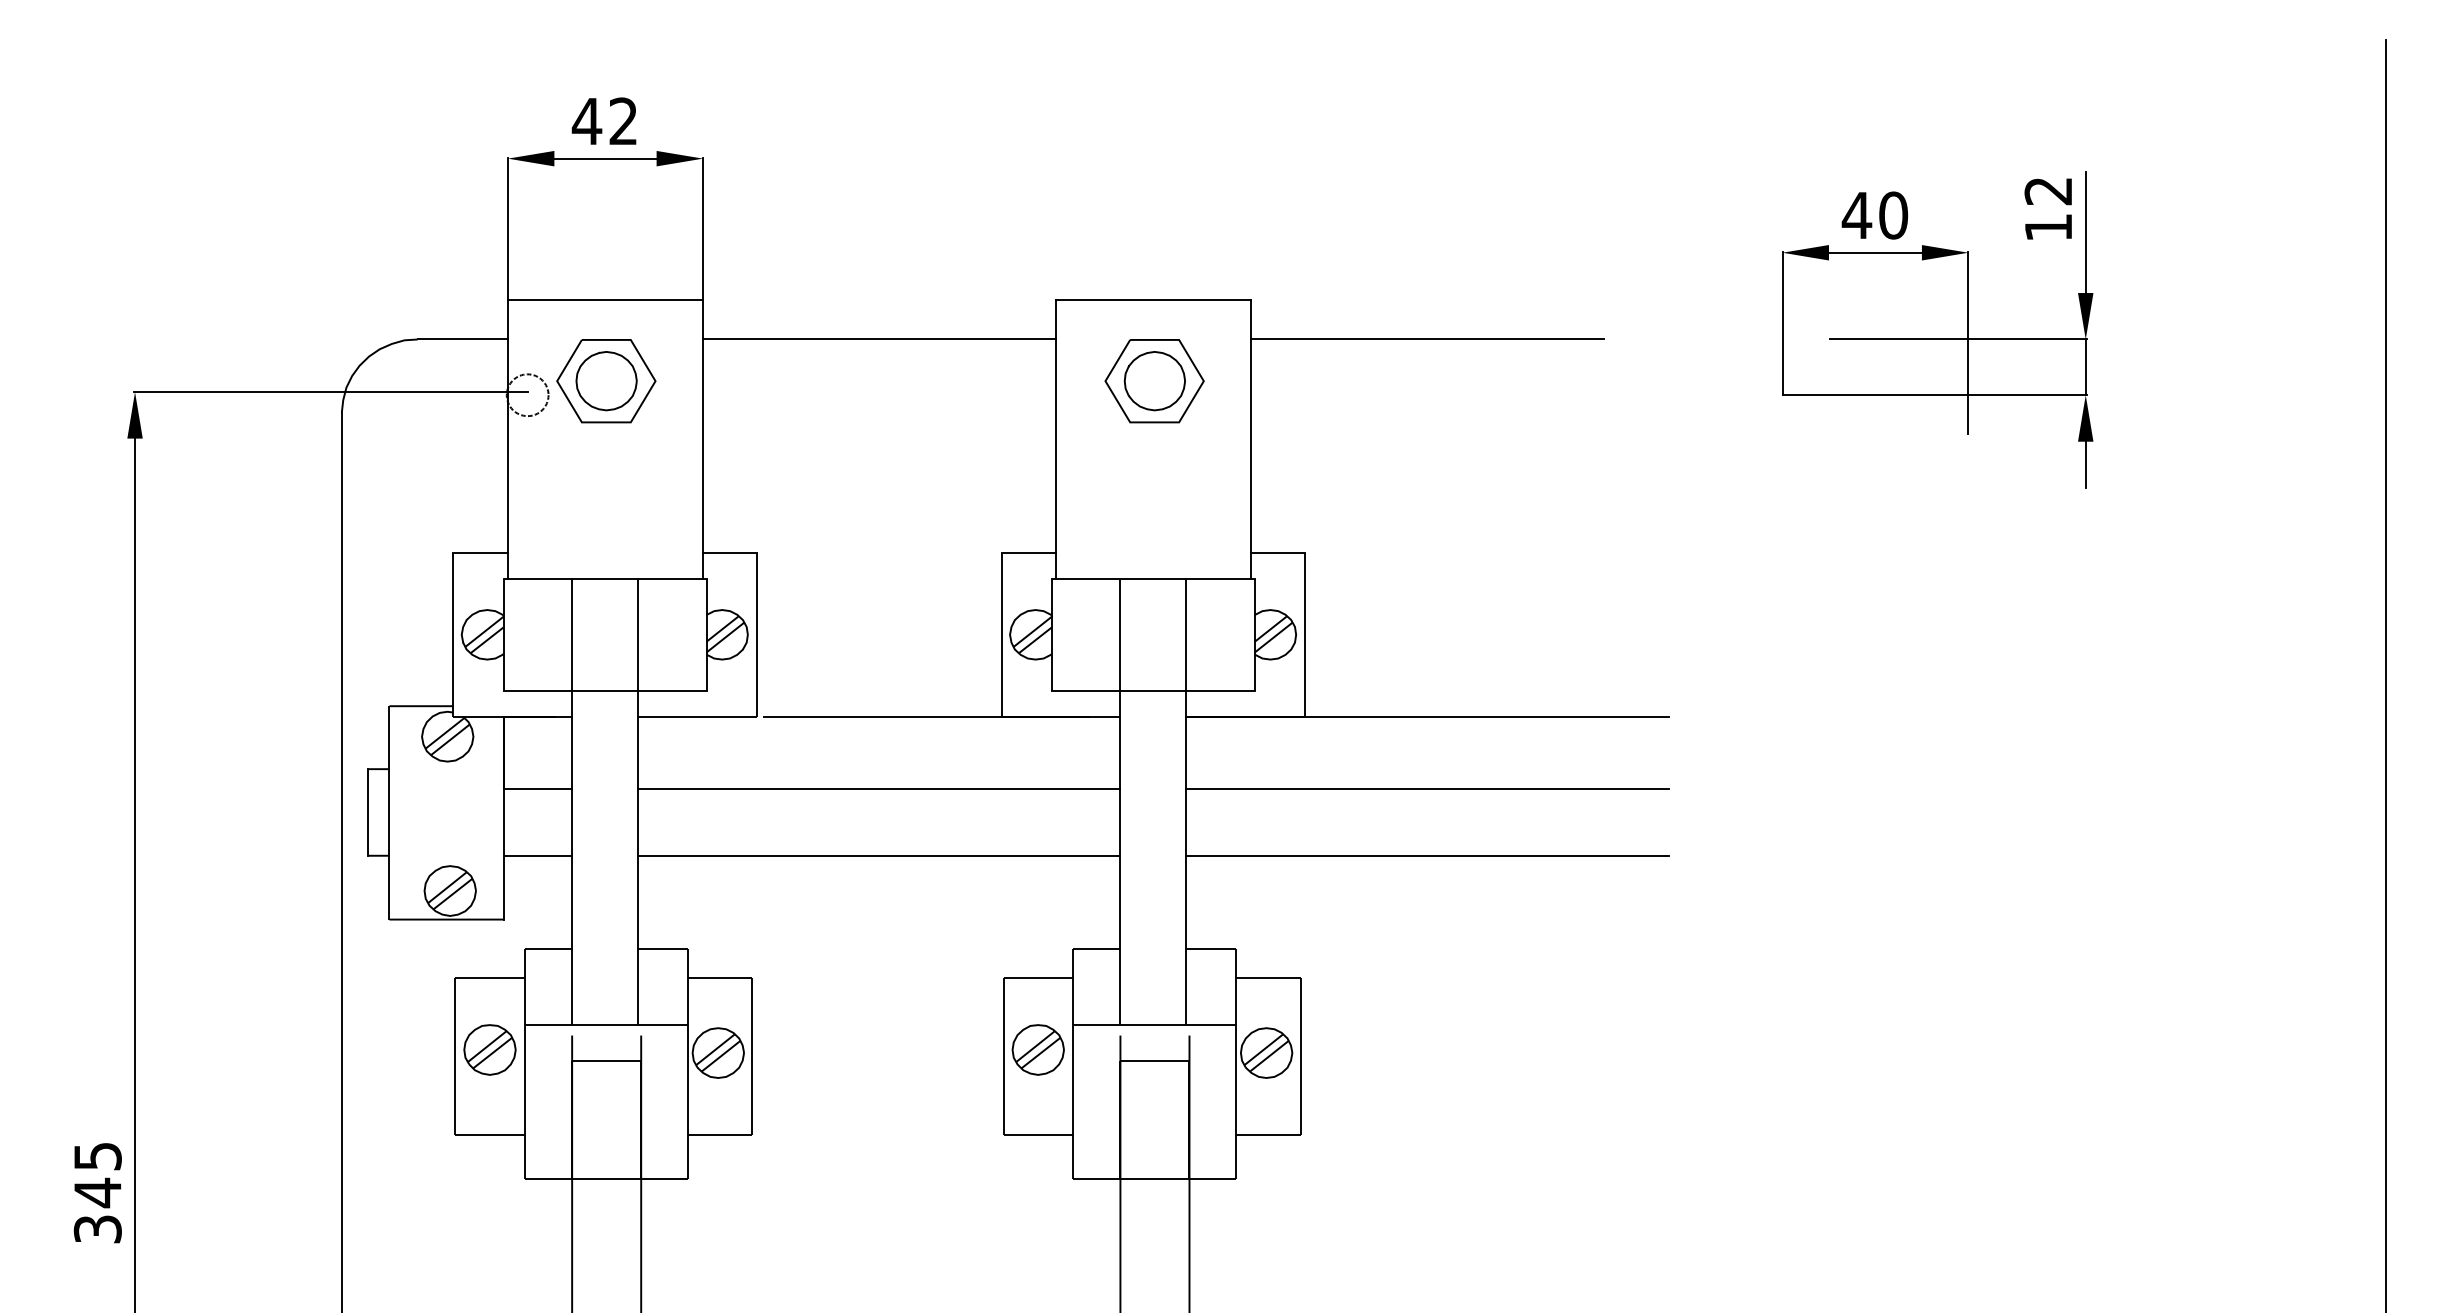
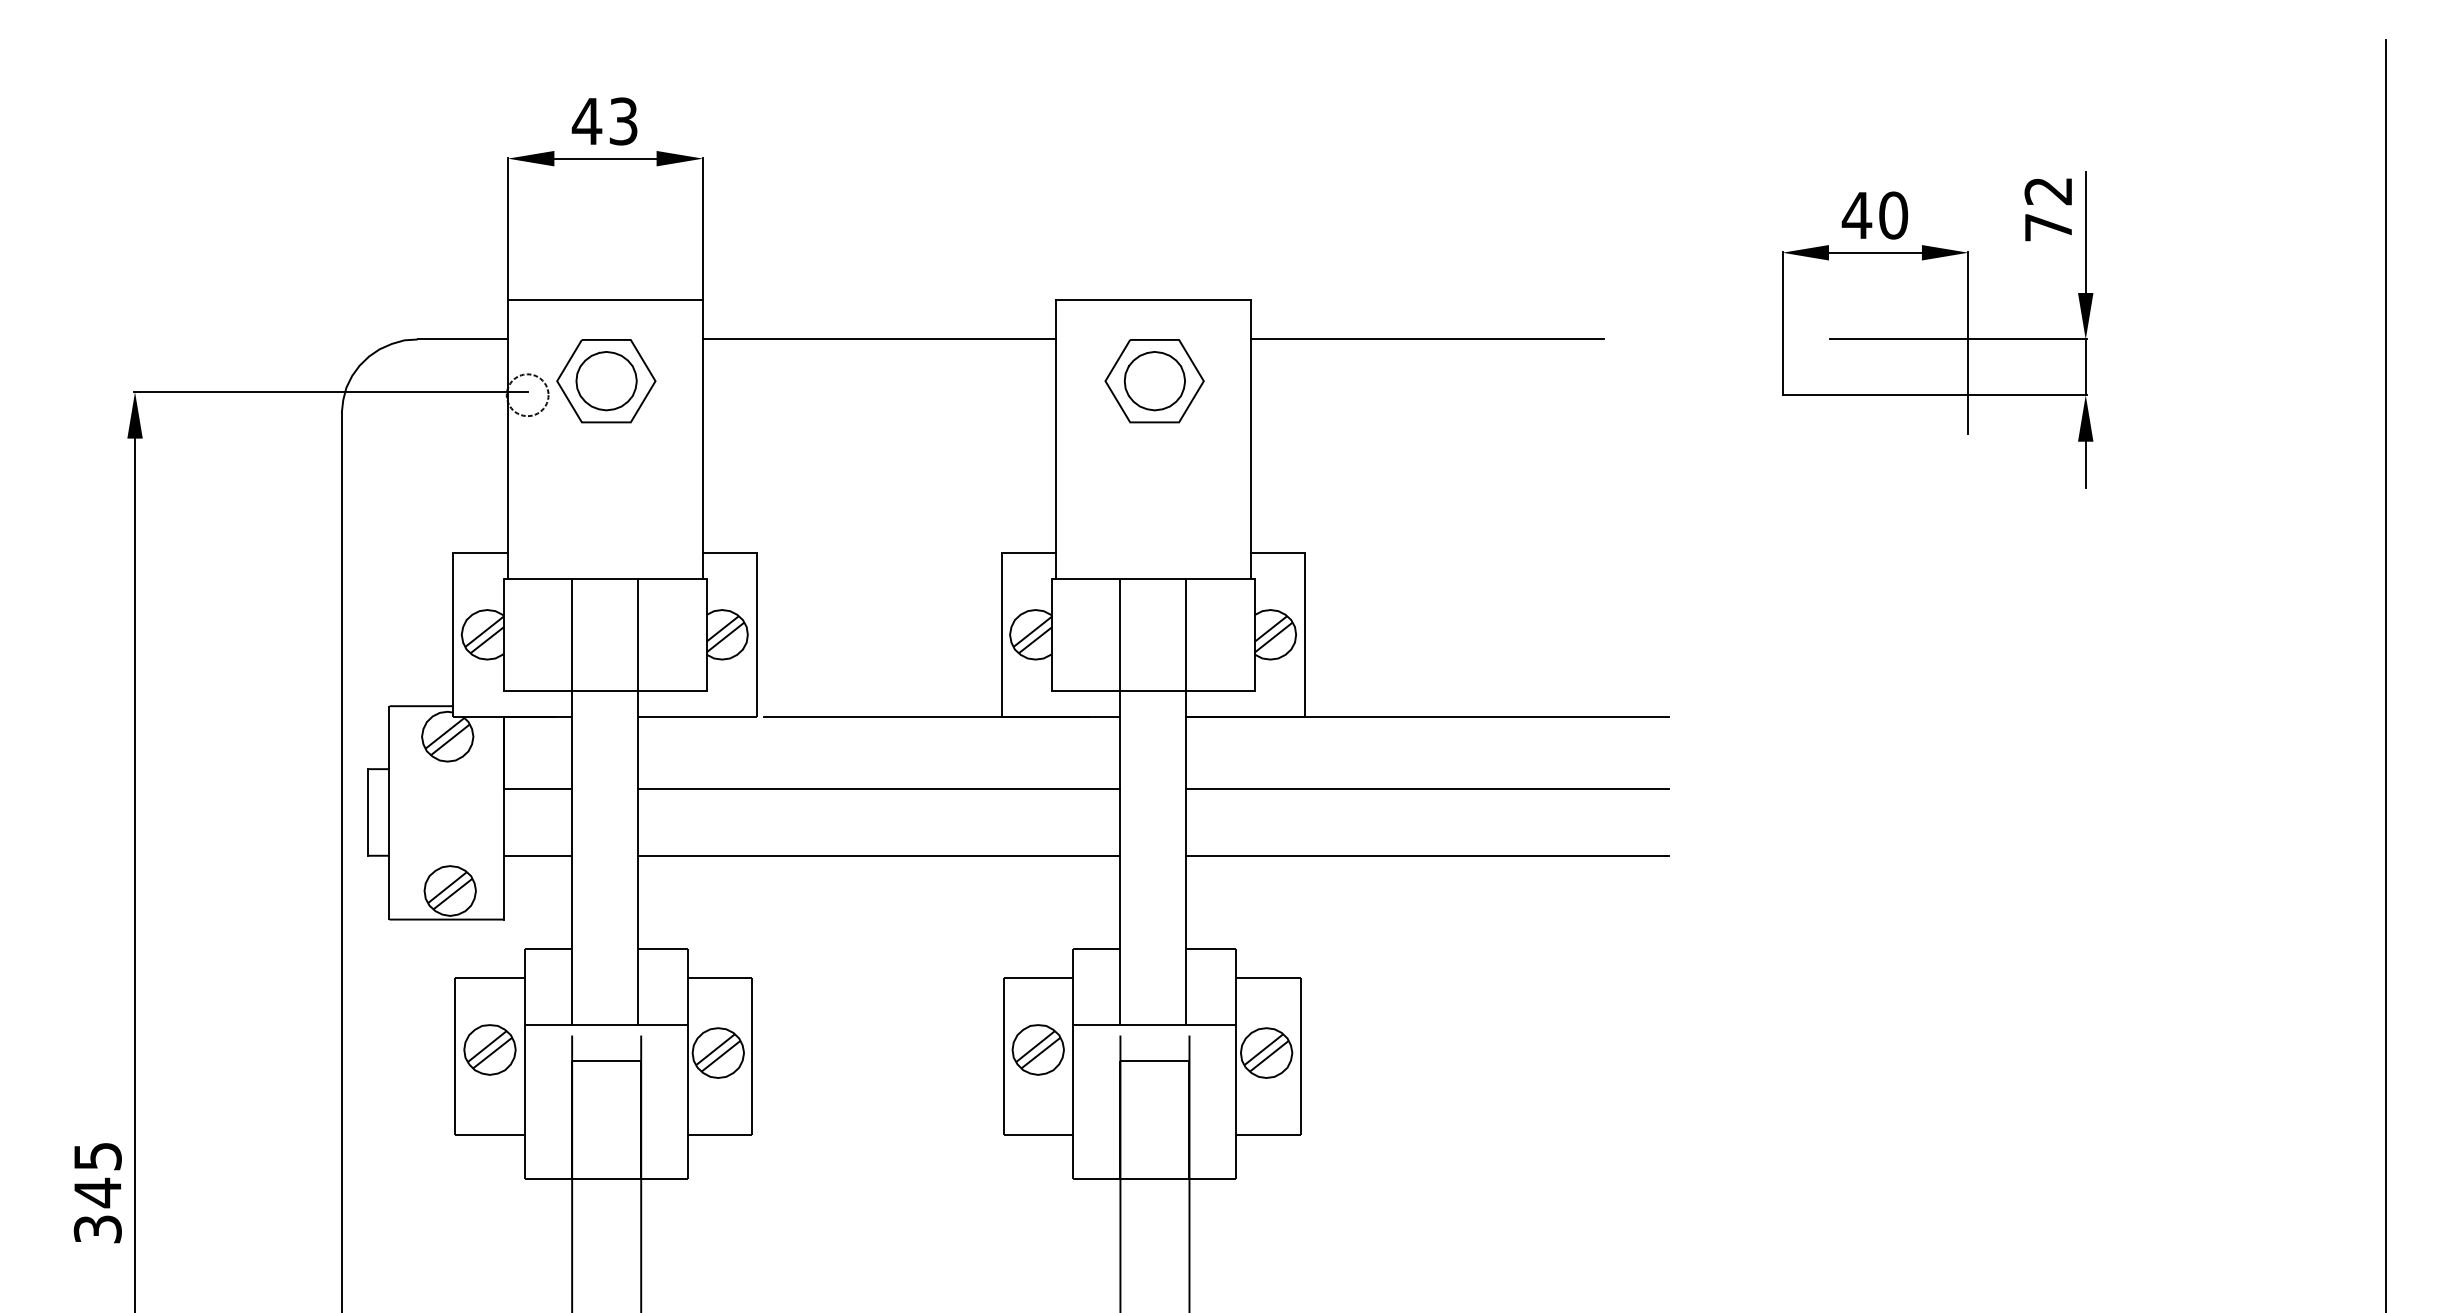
text at (623, 121): 42 -> 43
text at (2048, 227): 12 -> 72
